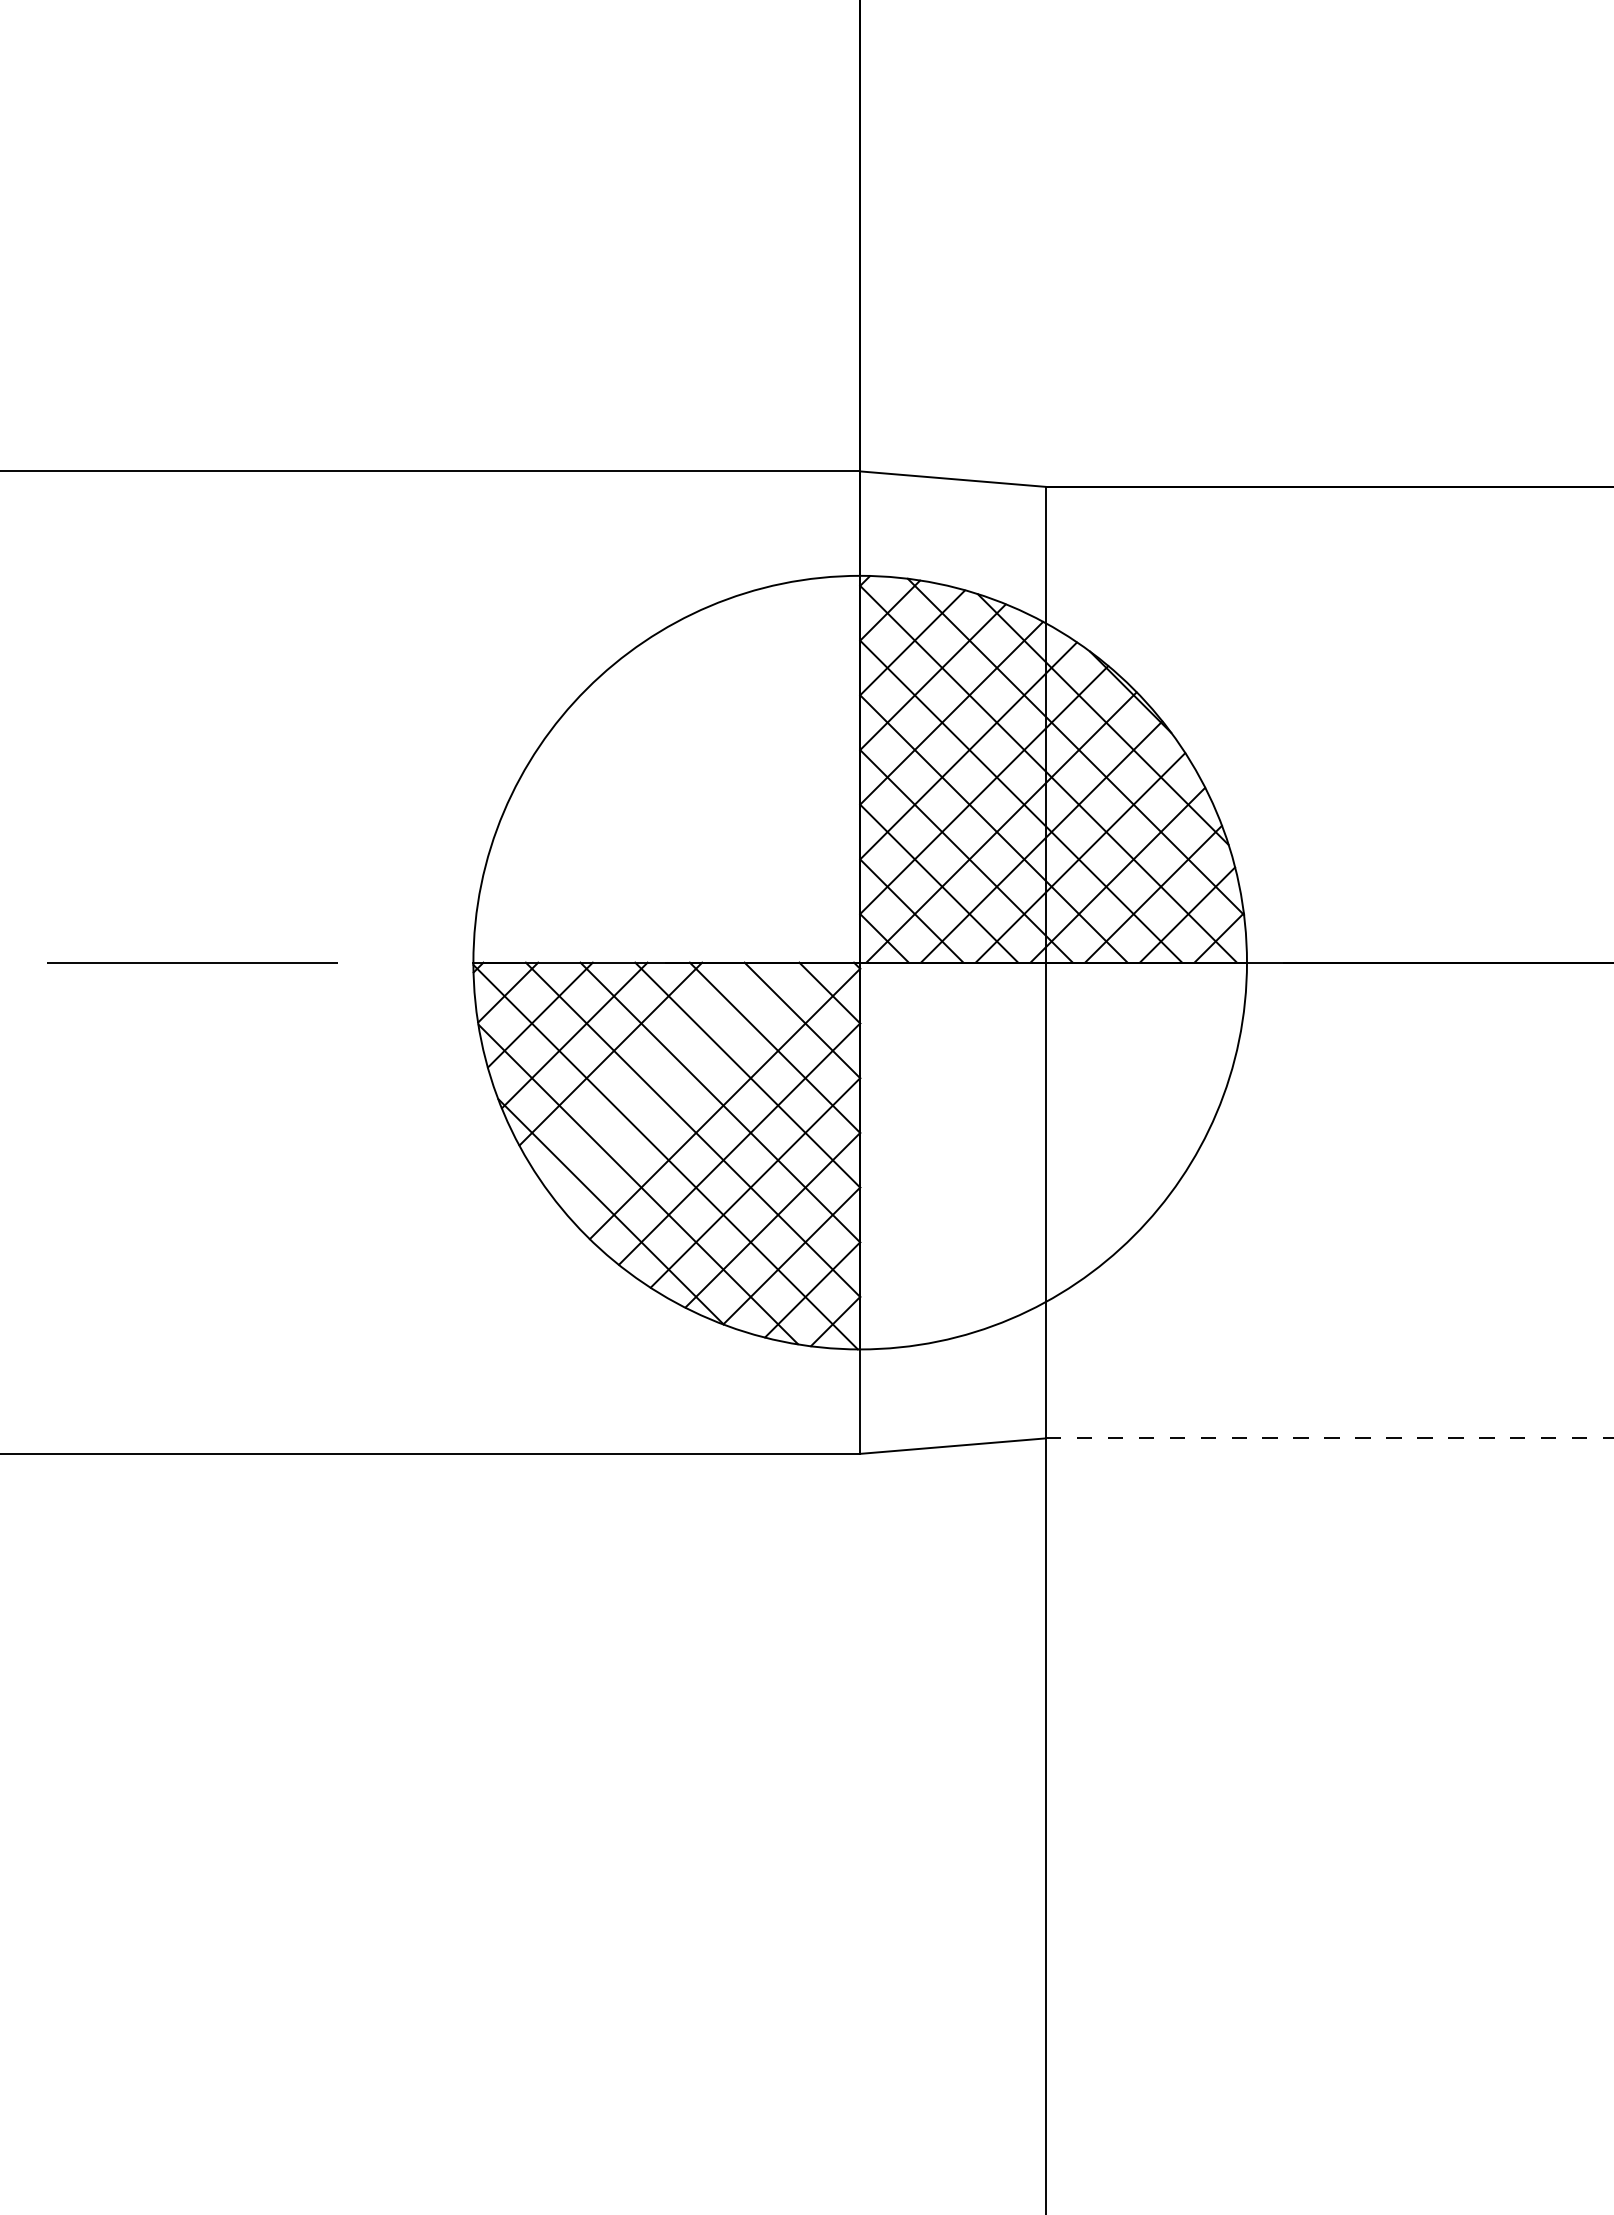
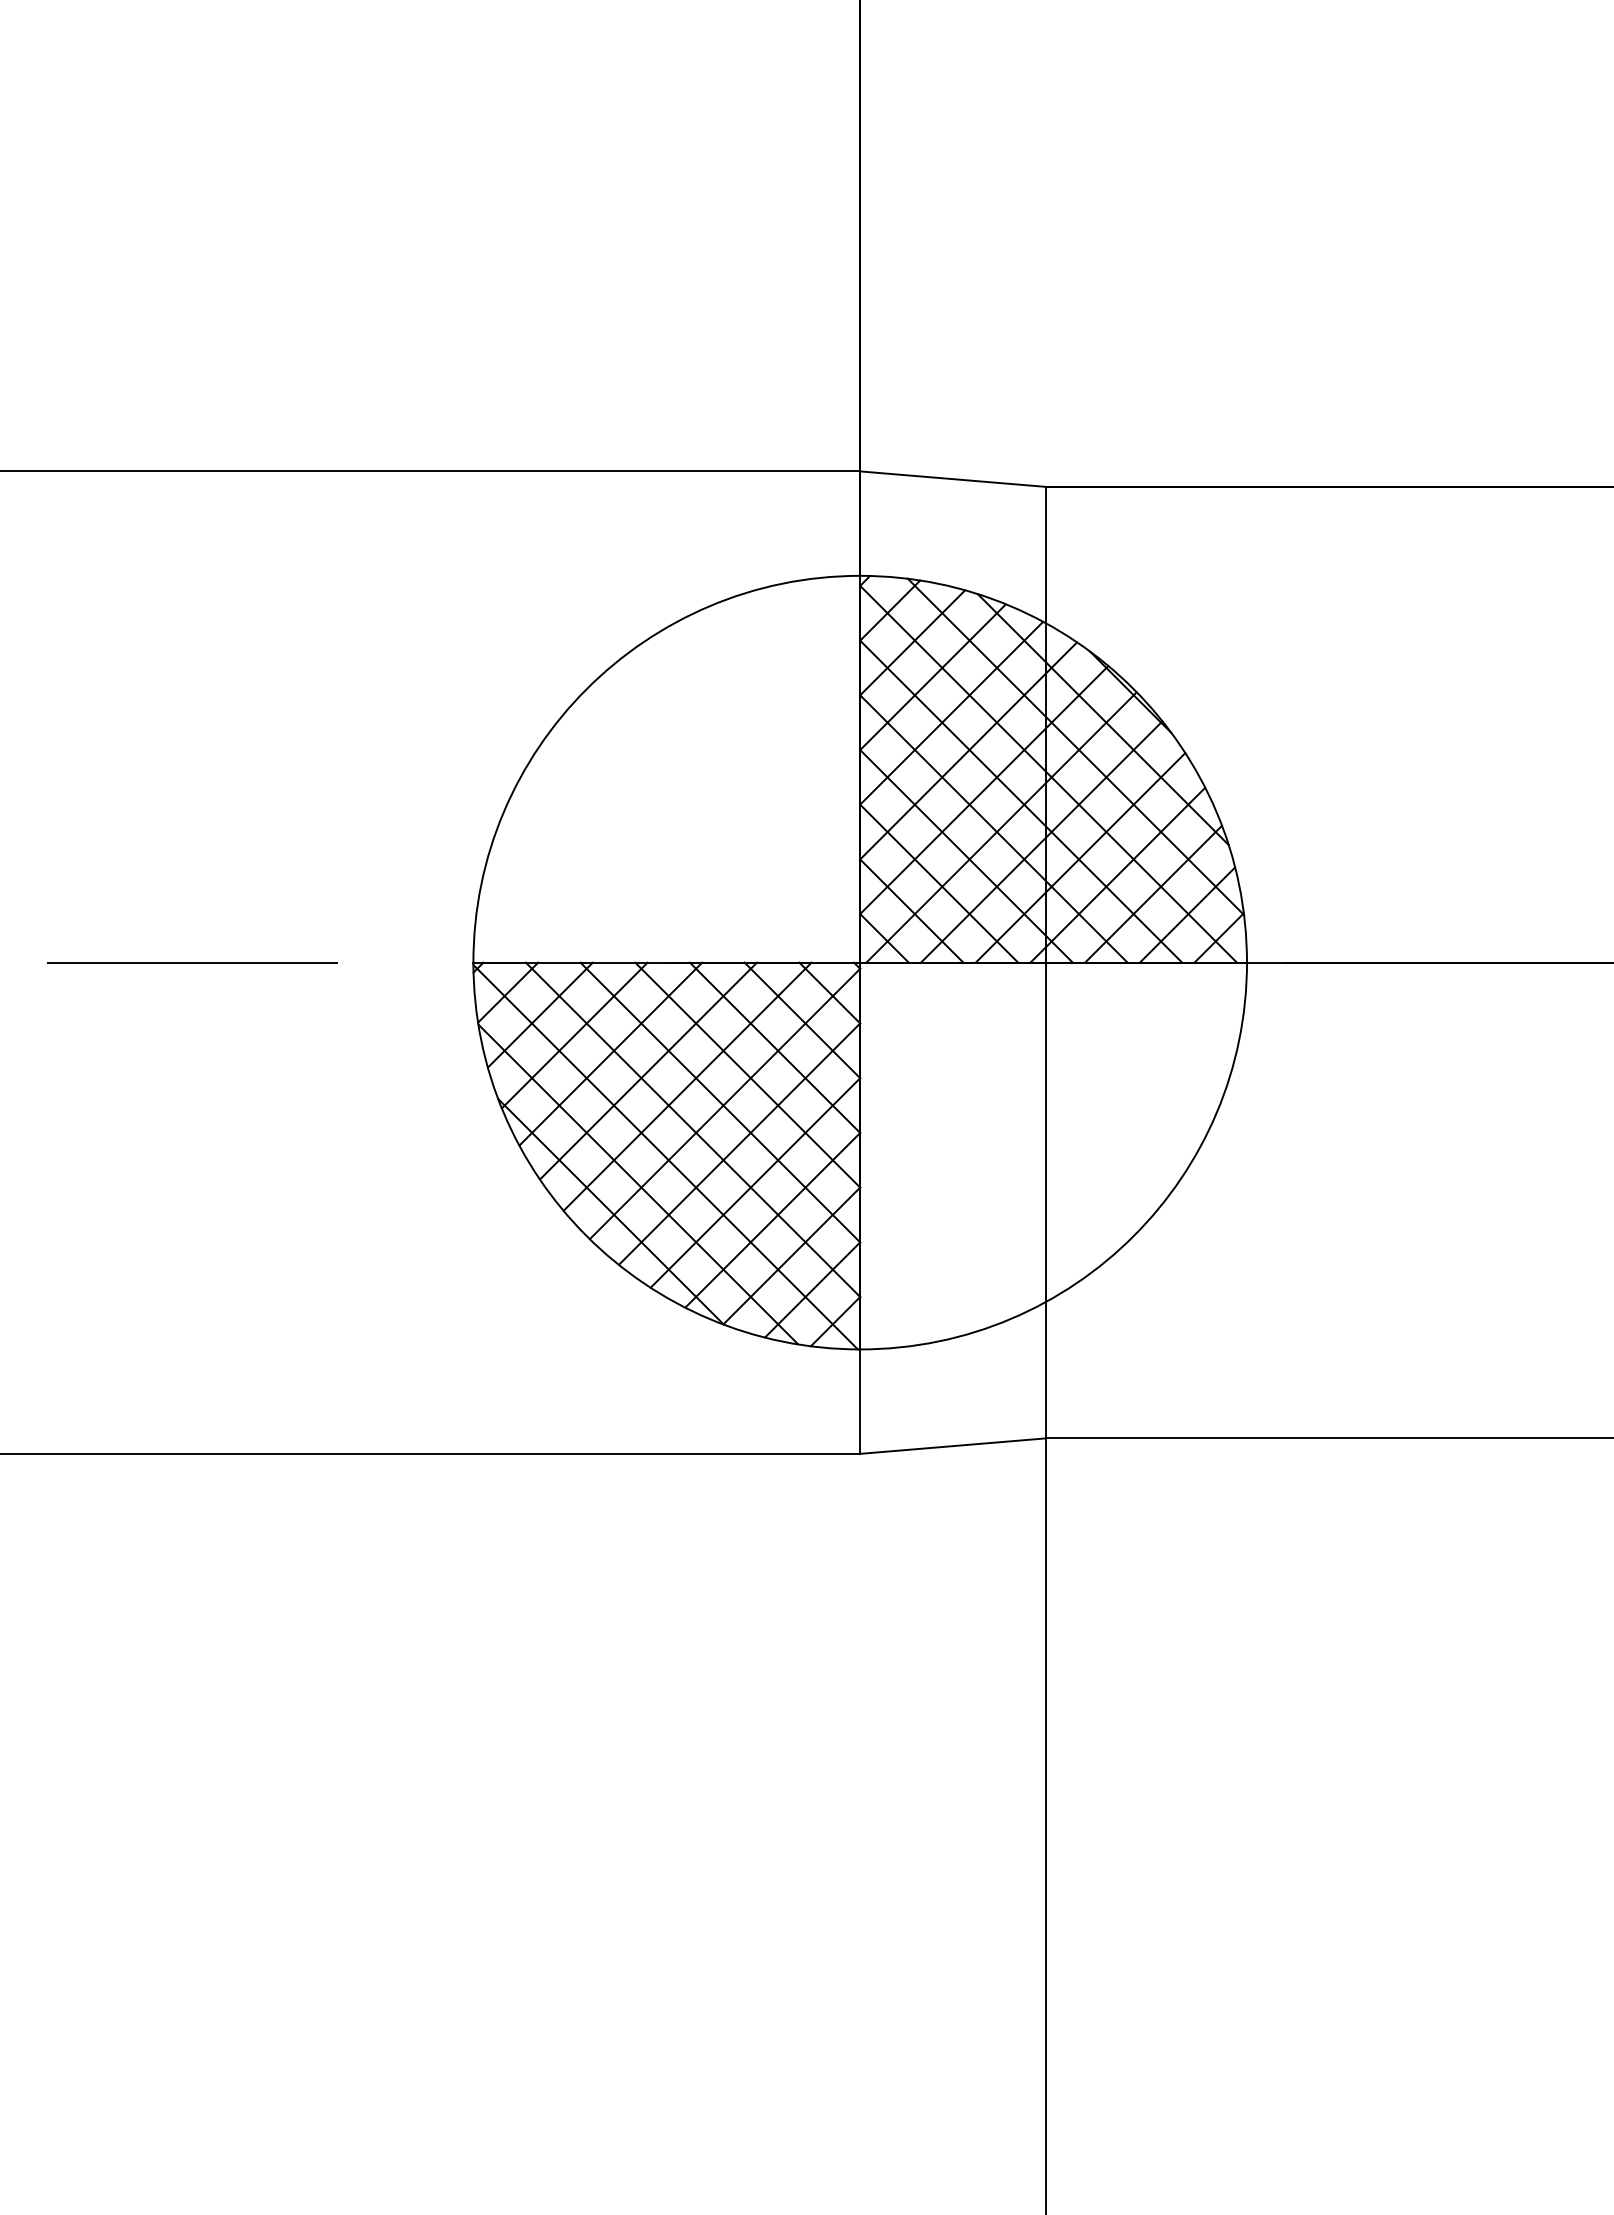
line at (648, 1070): none -> present
line at (687, 1086): none -> present
line at (1329, 1438): dashed -> solid
